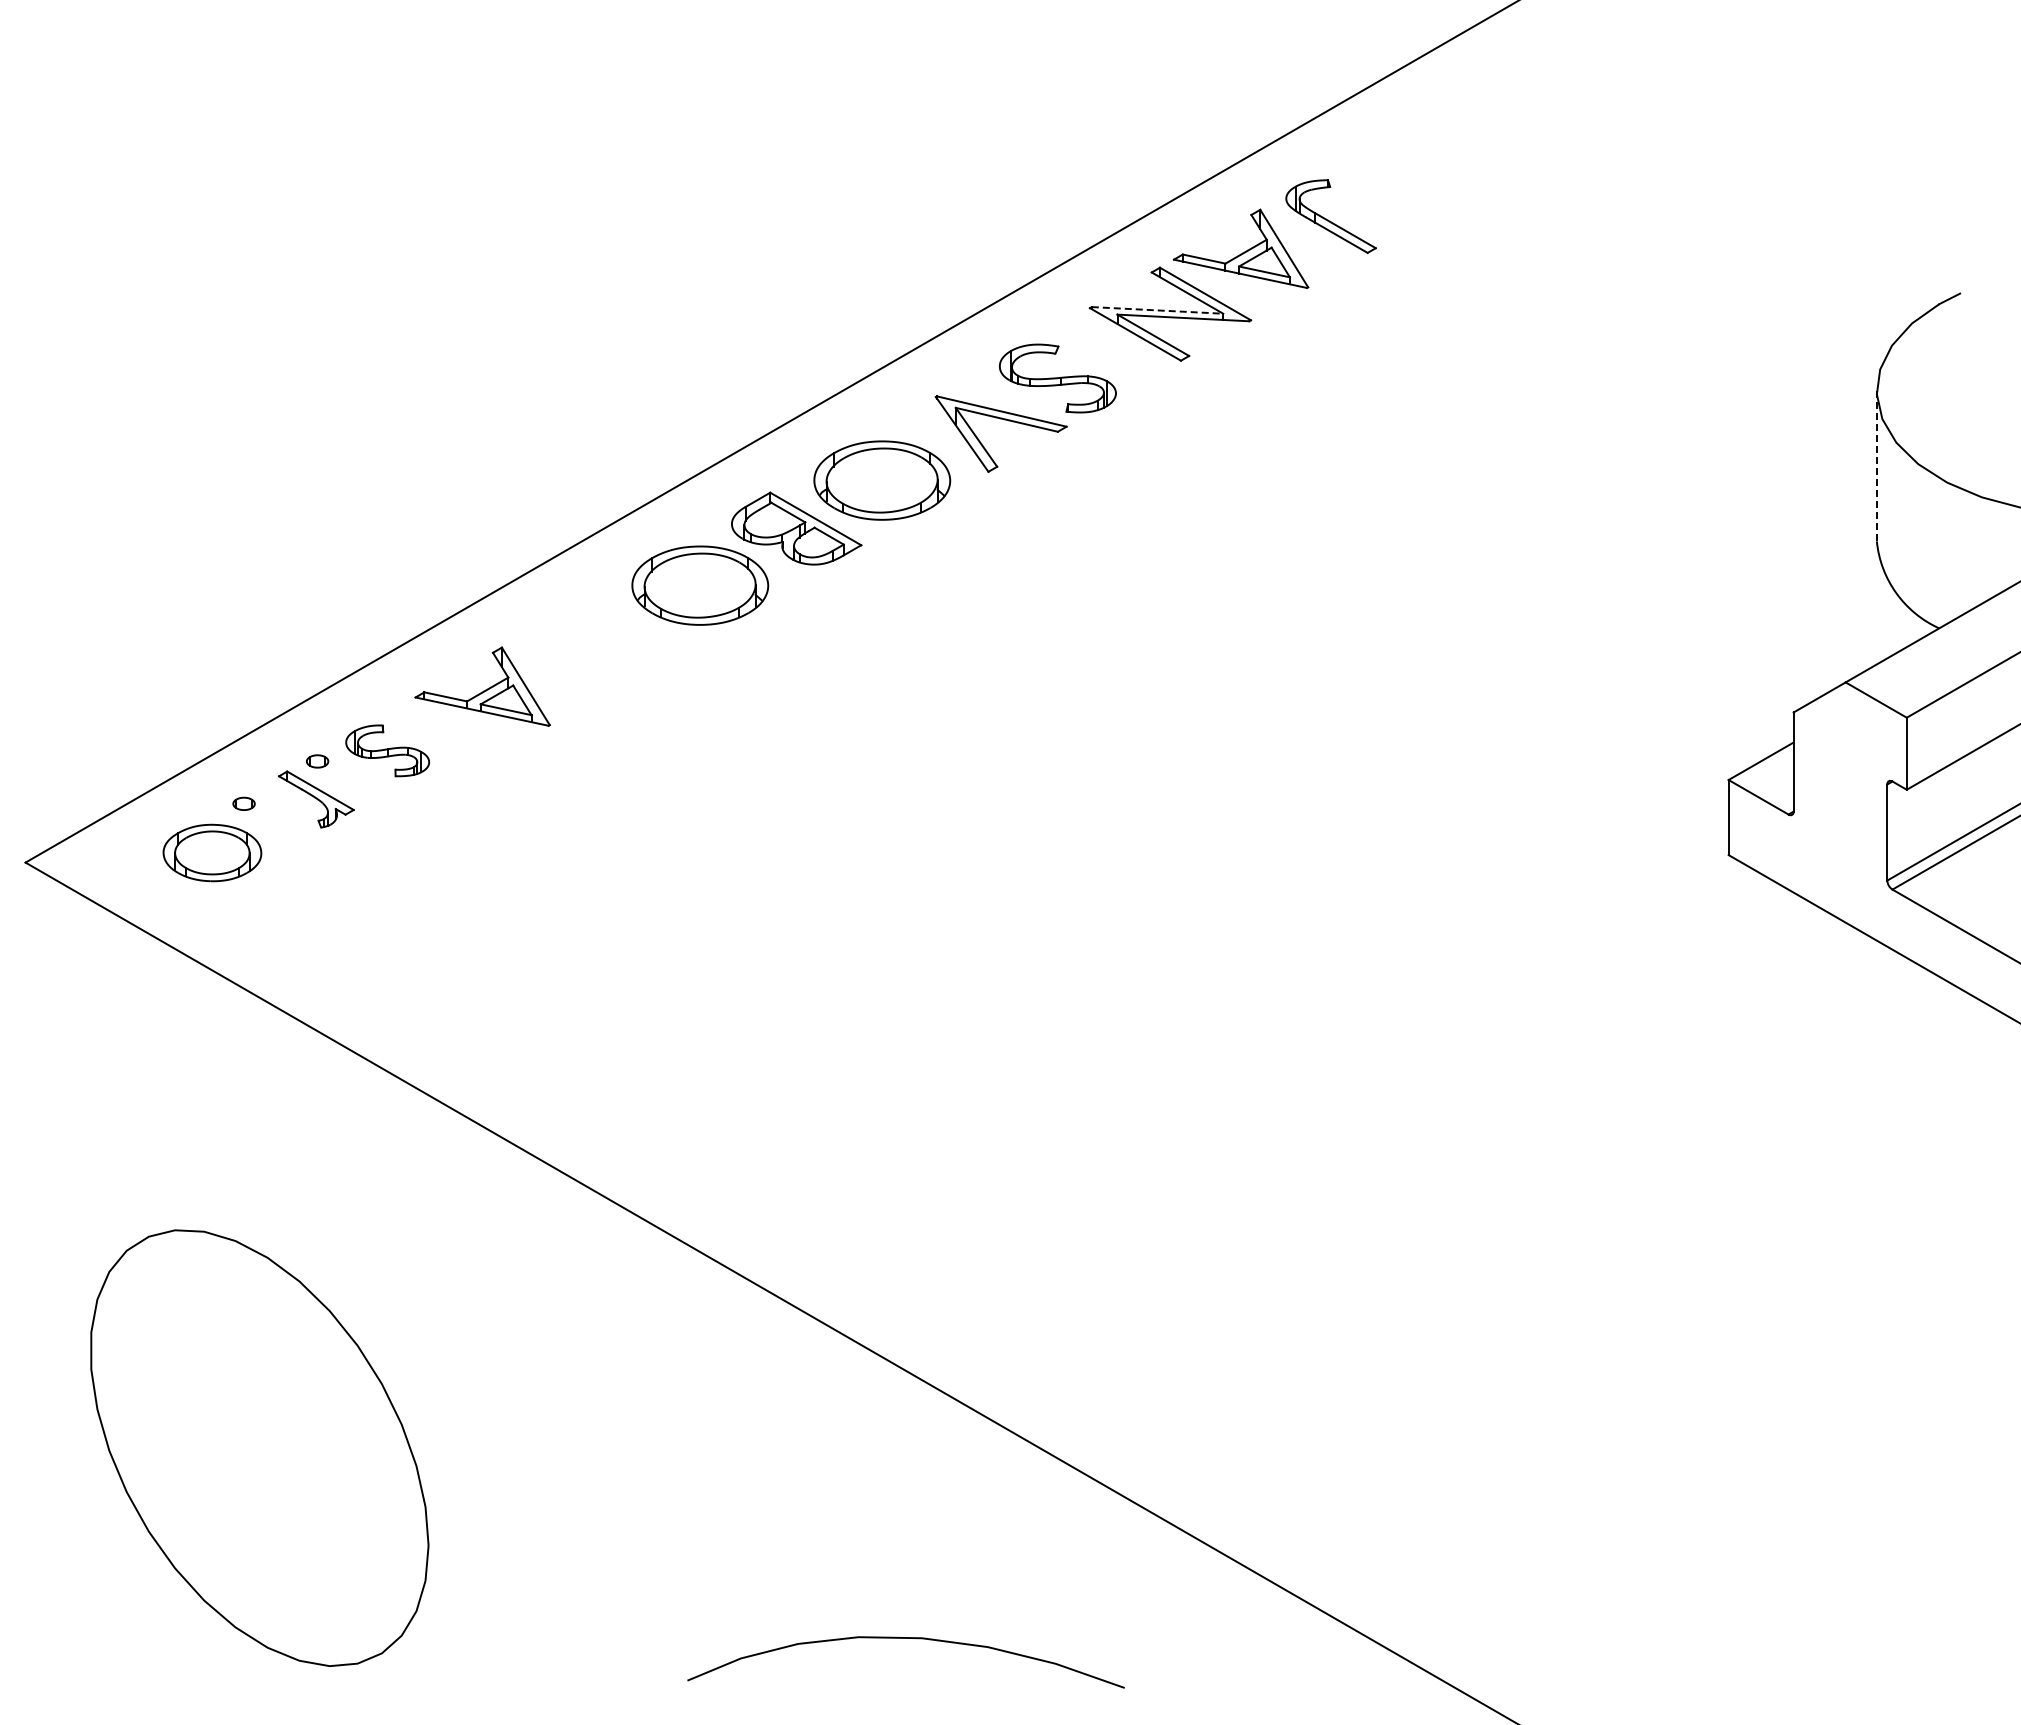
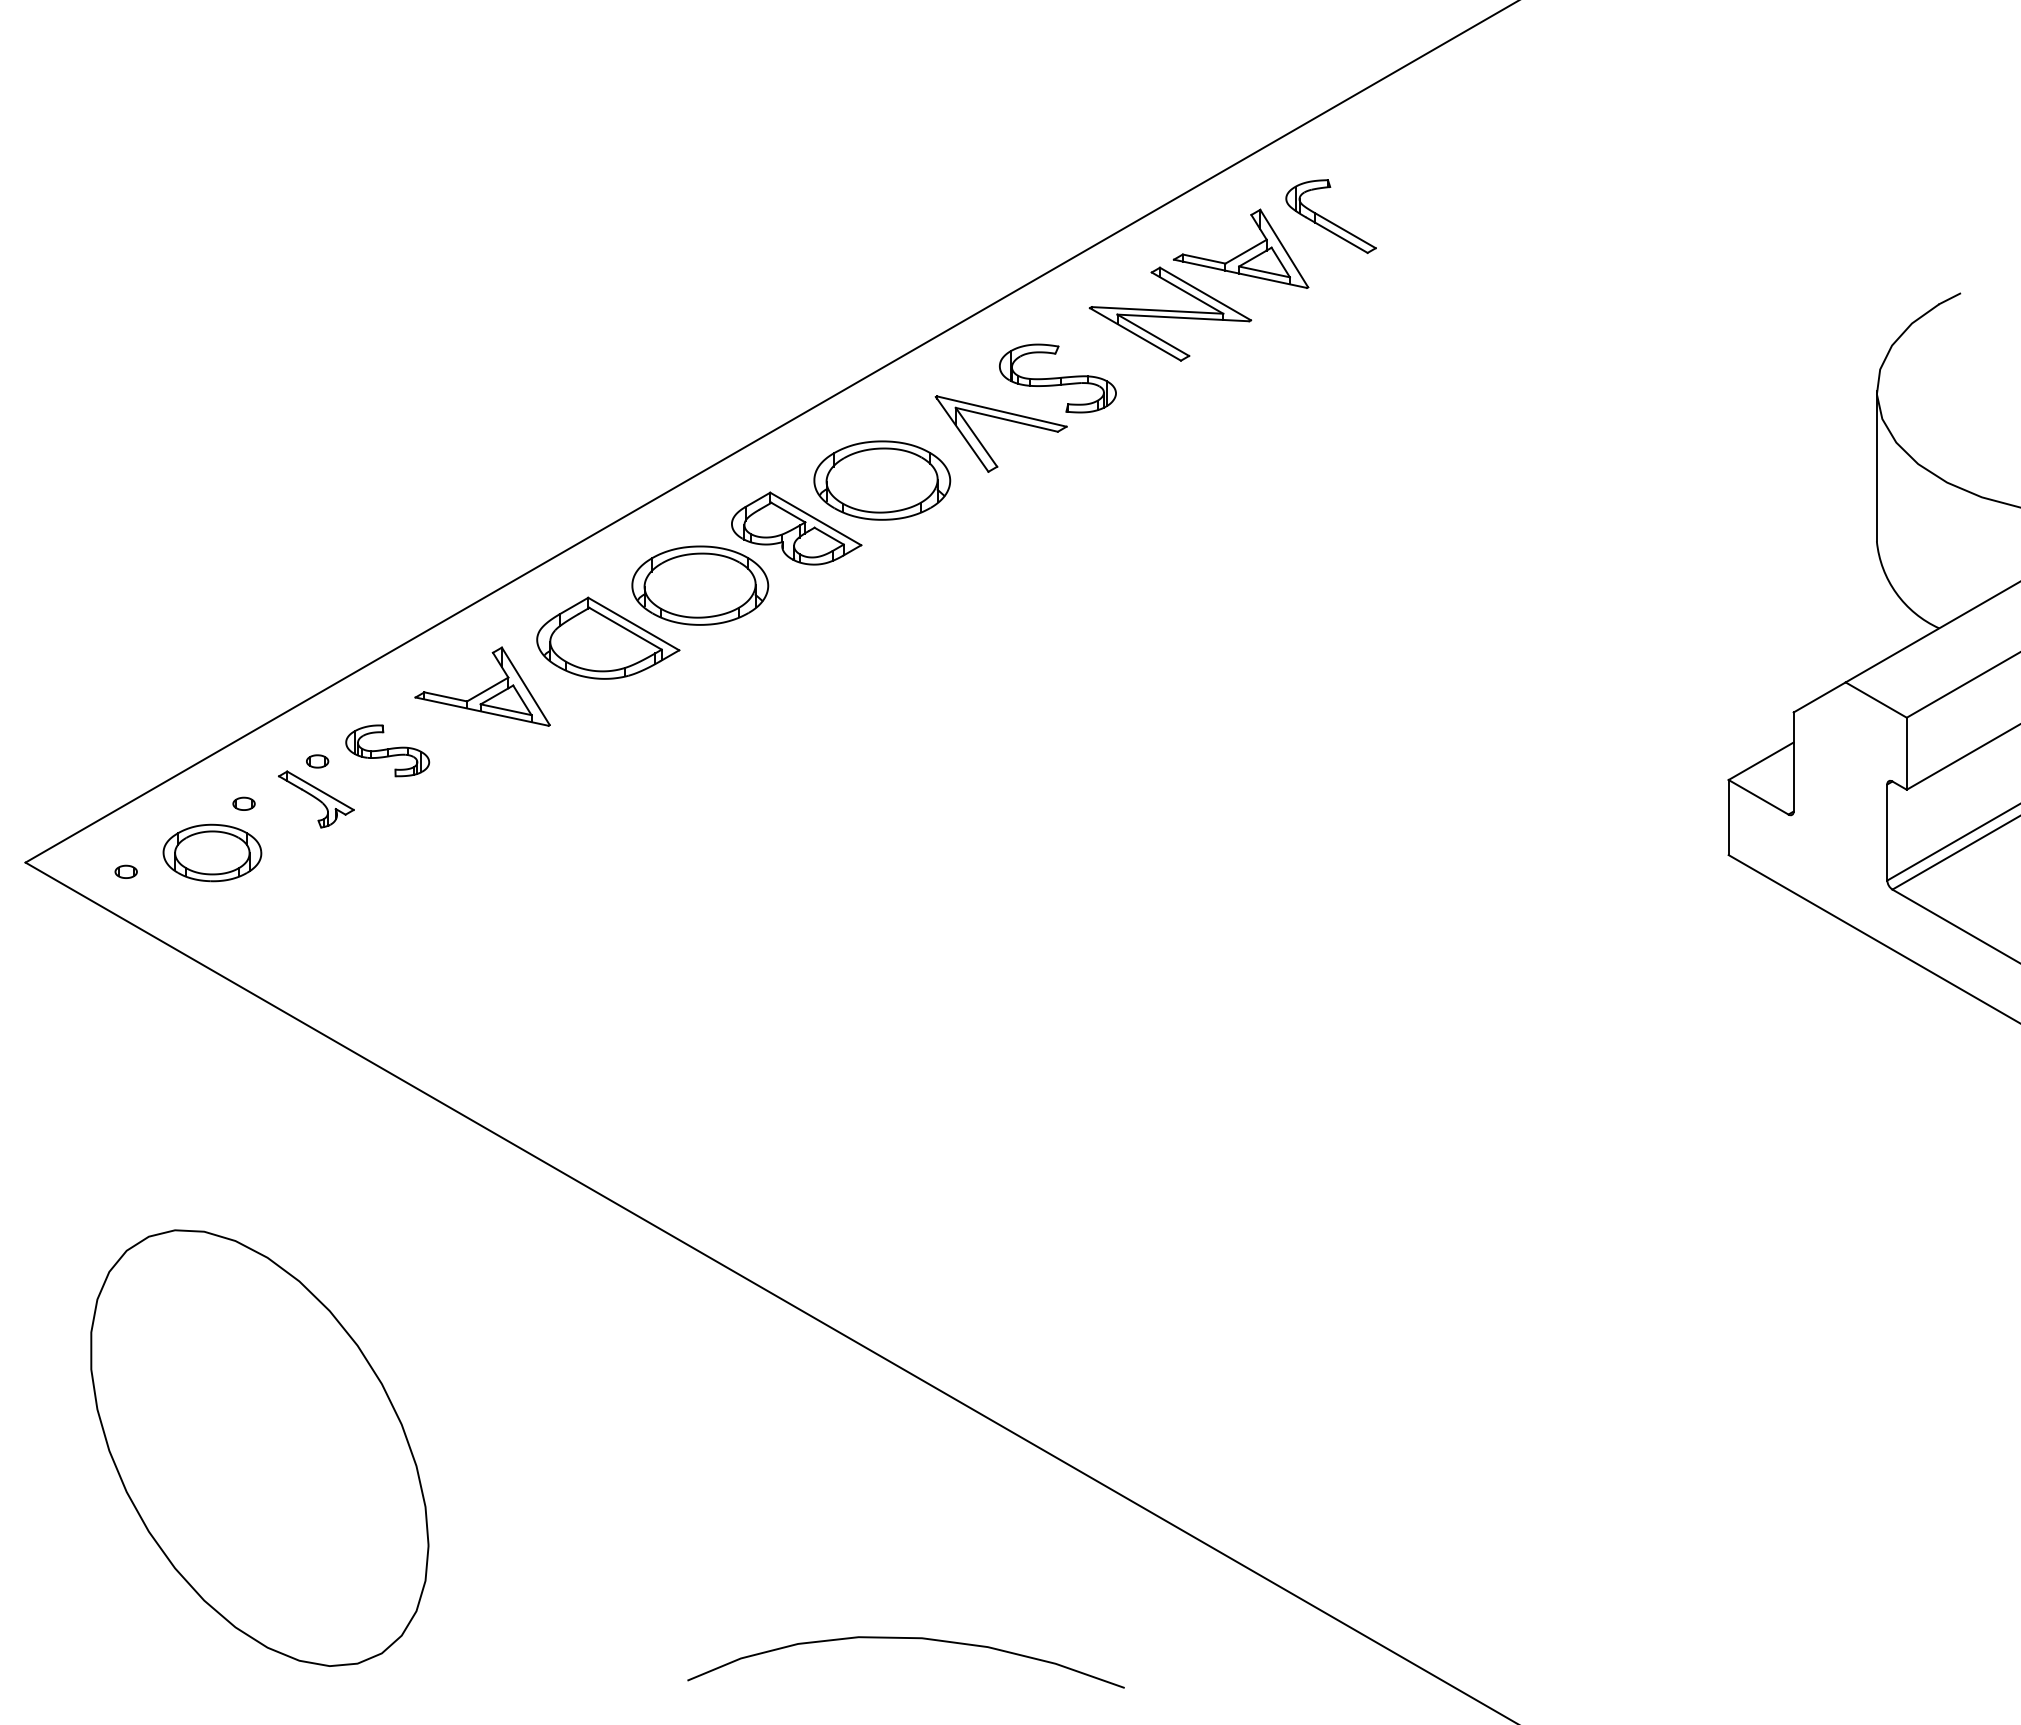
line at (1157, 310): dashed -> solid
line at (1876, 466): dashed -> solid
part at (608, 637): none -> present
part at (125, 871): none -> present
